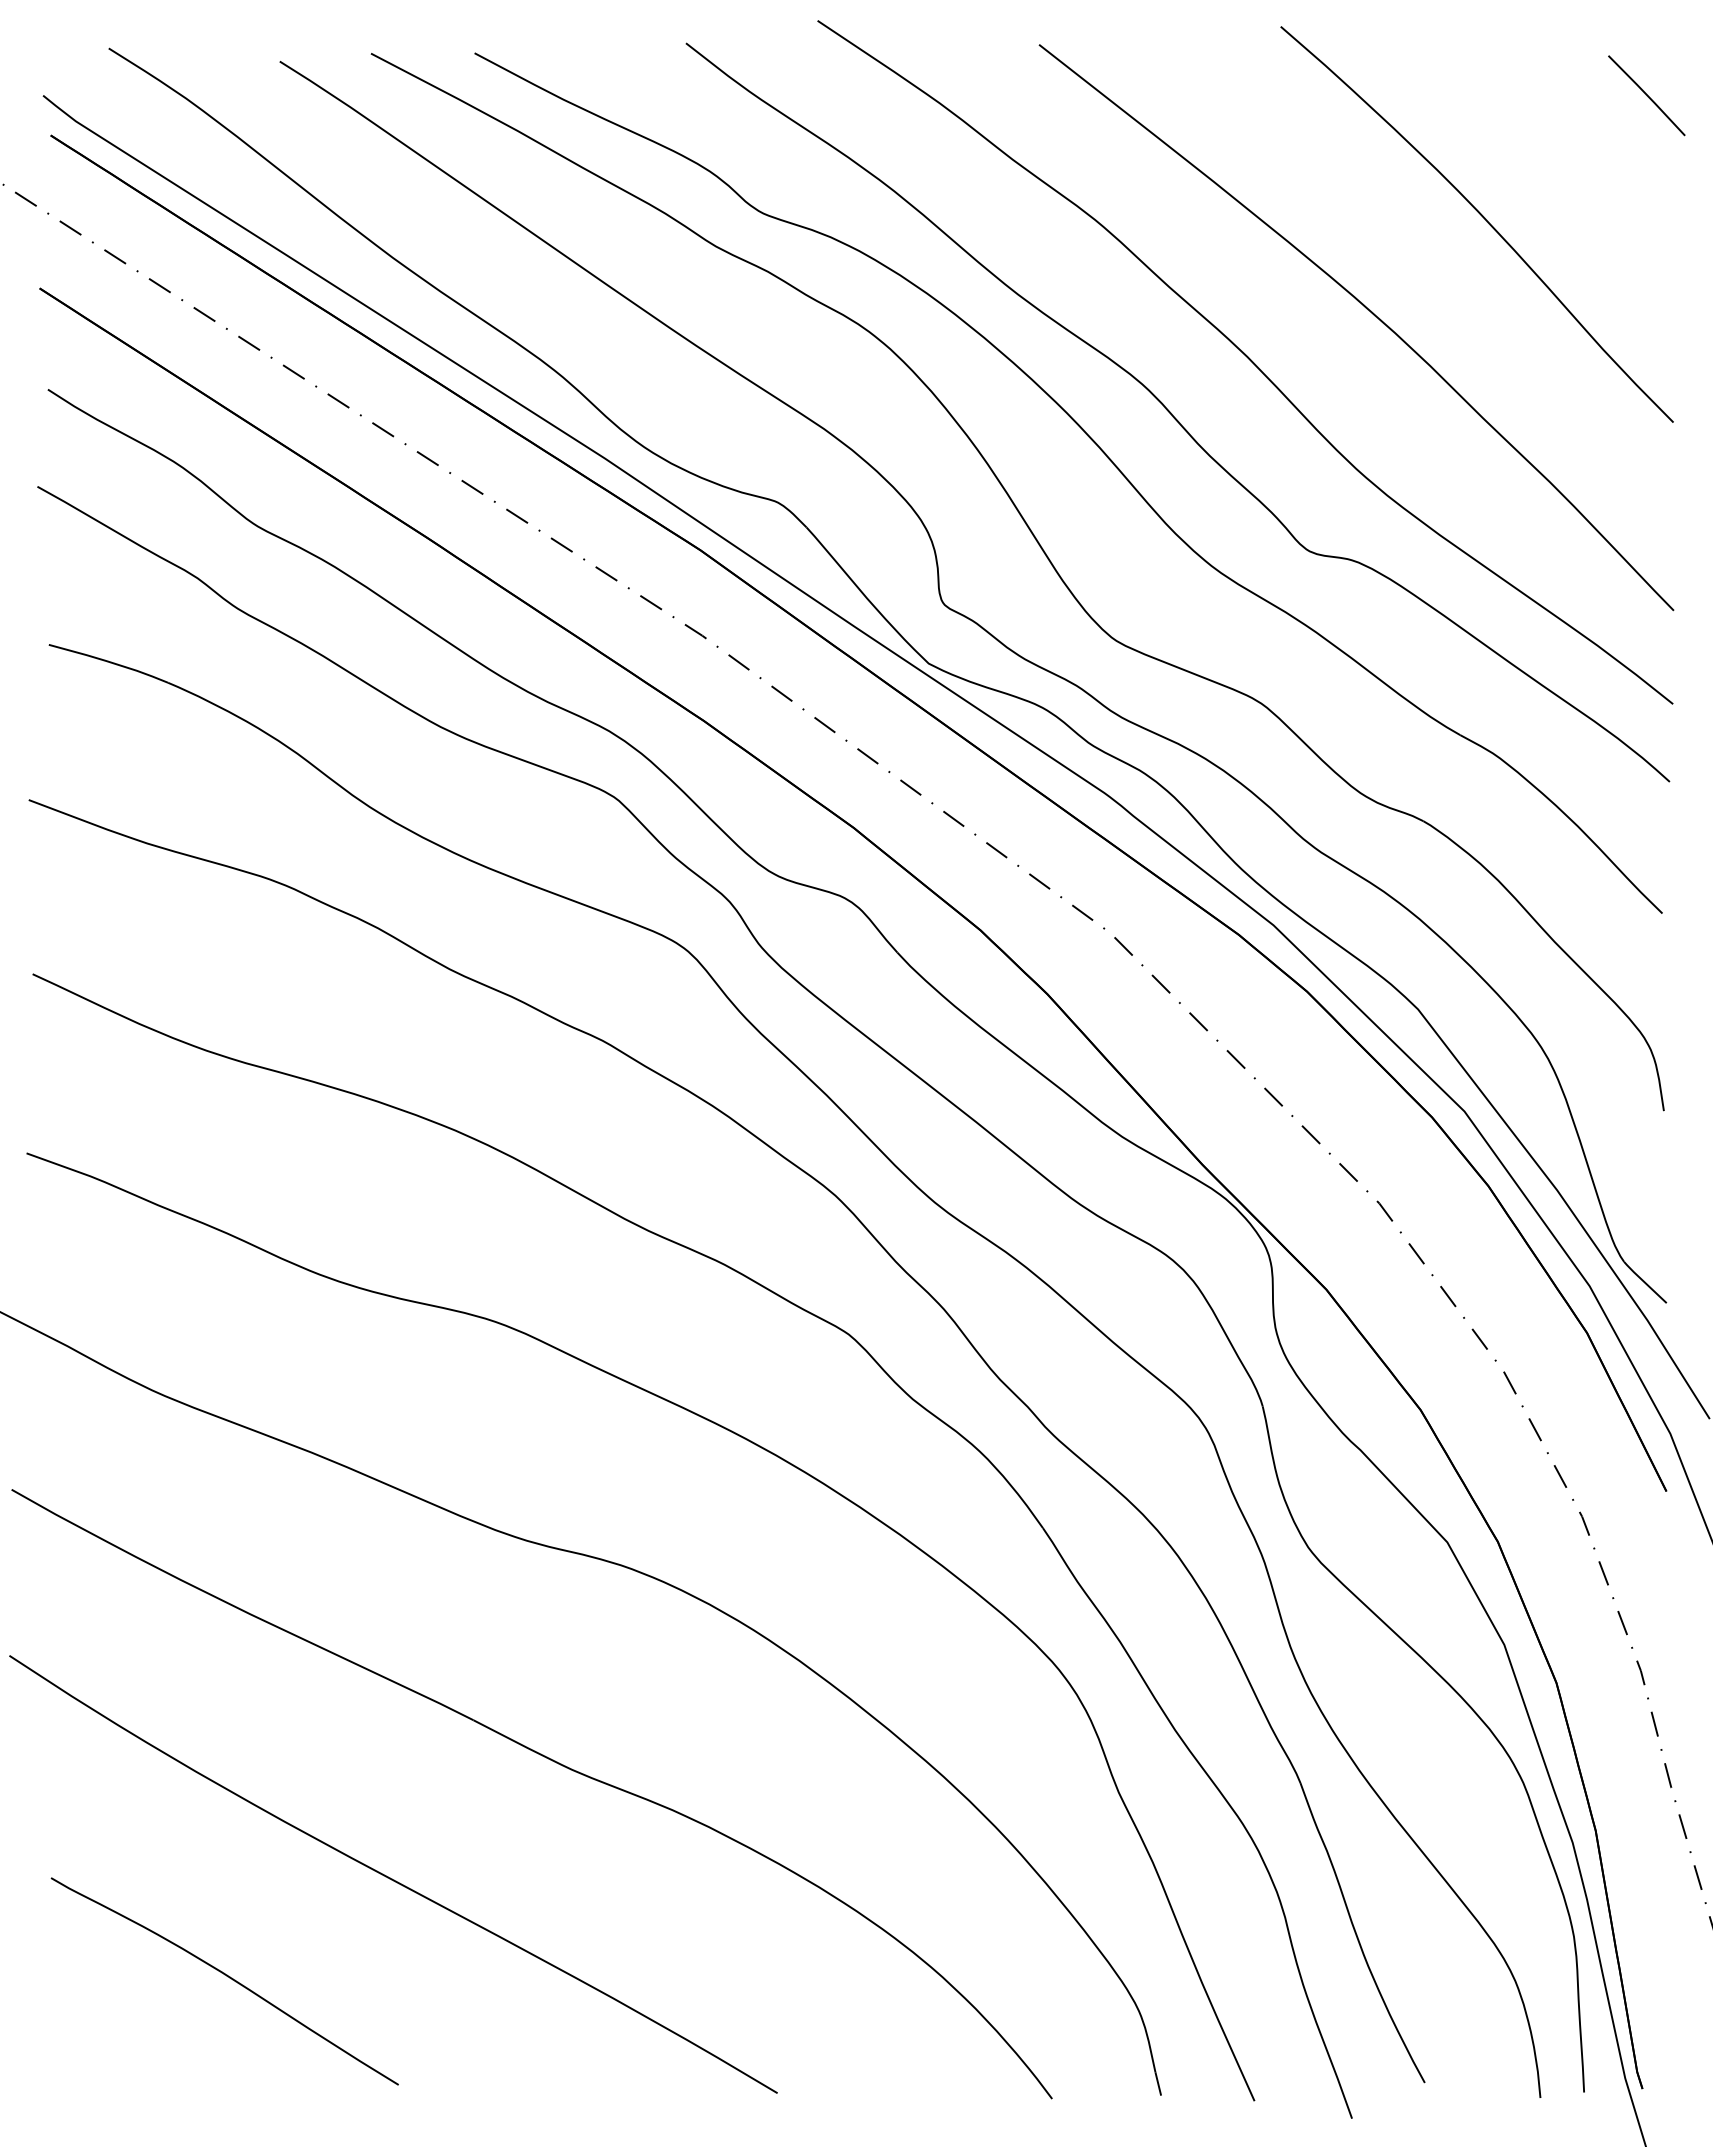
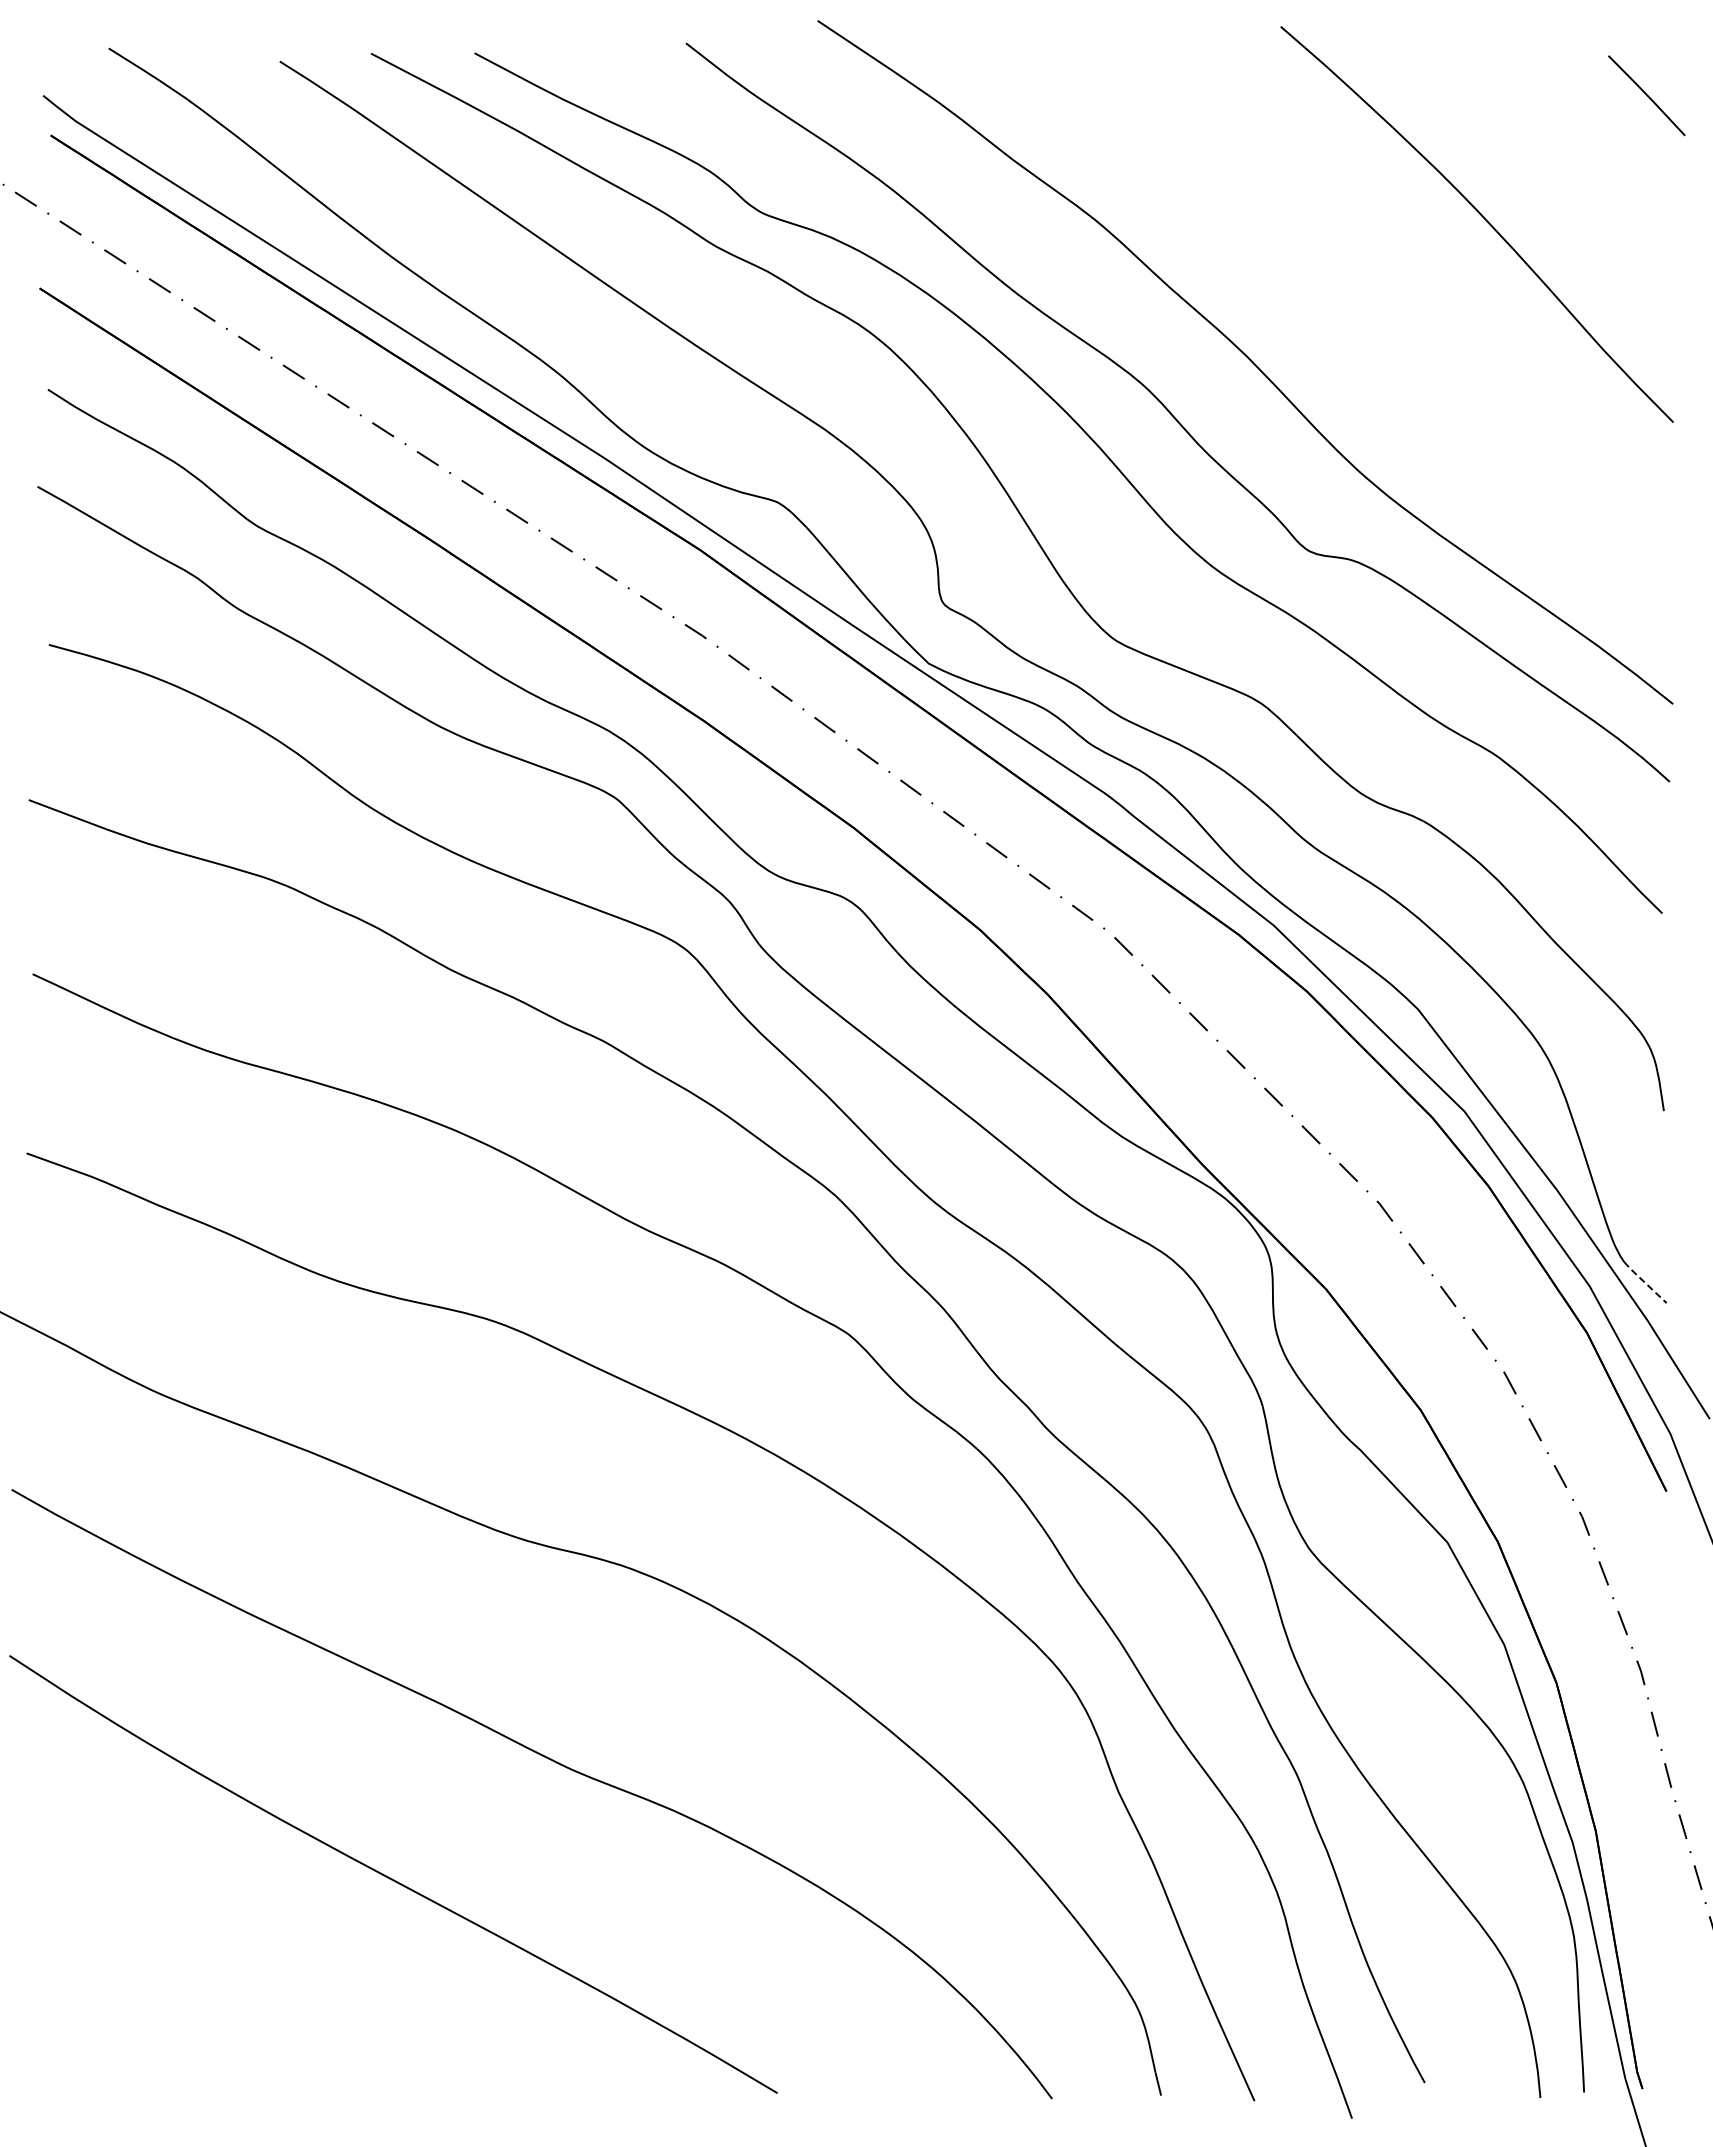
curve at (1370, 312): present -> none
line at (1644, 1282): solid -> dashed
curve at (226, 1976): present -> none
